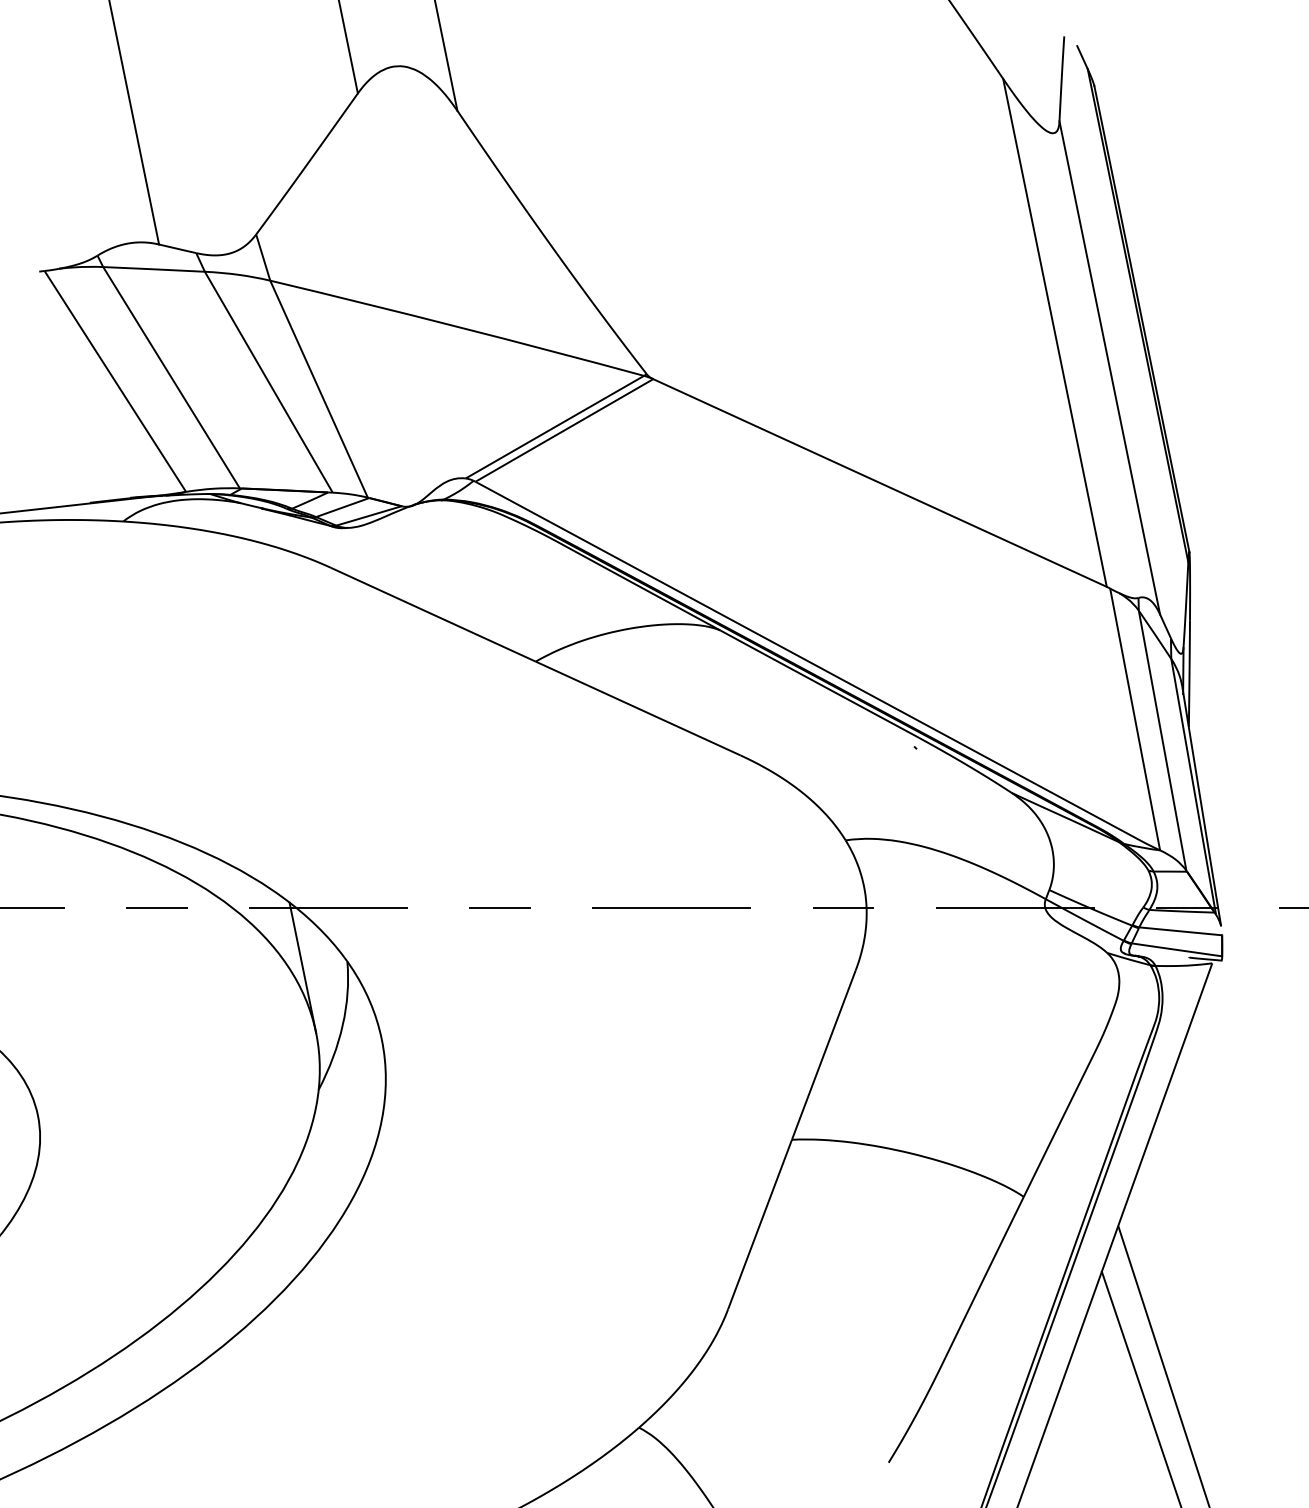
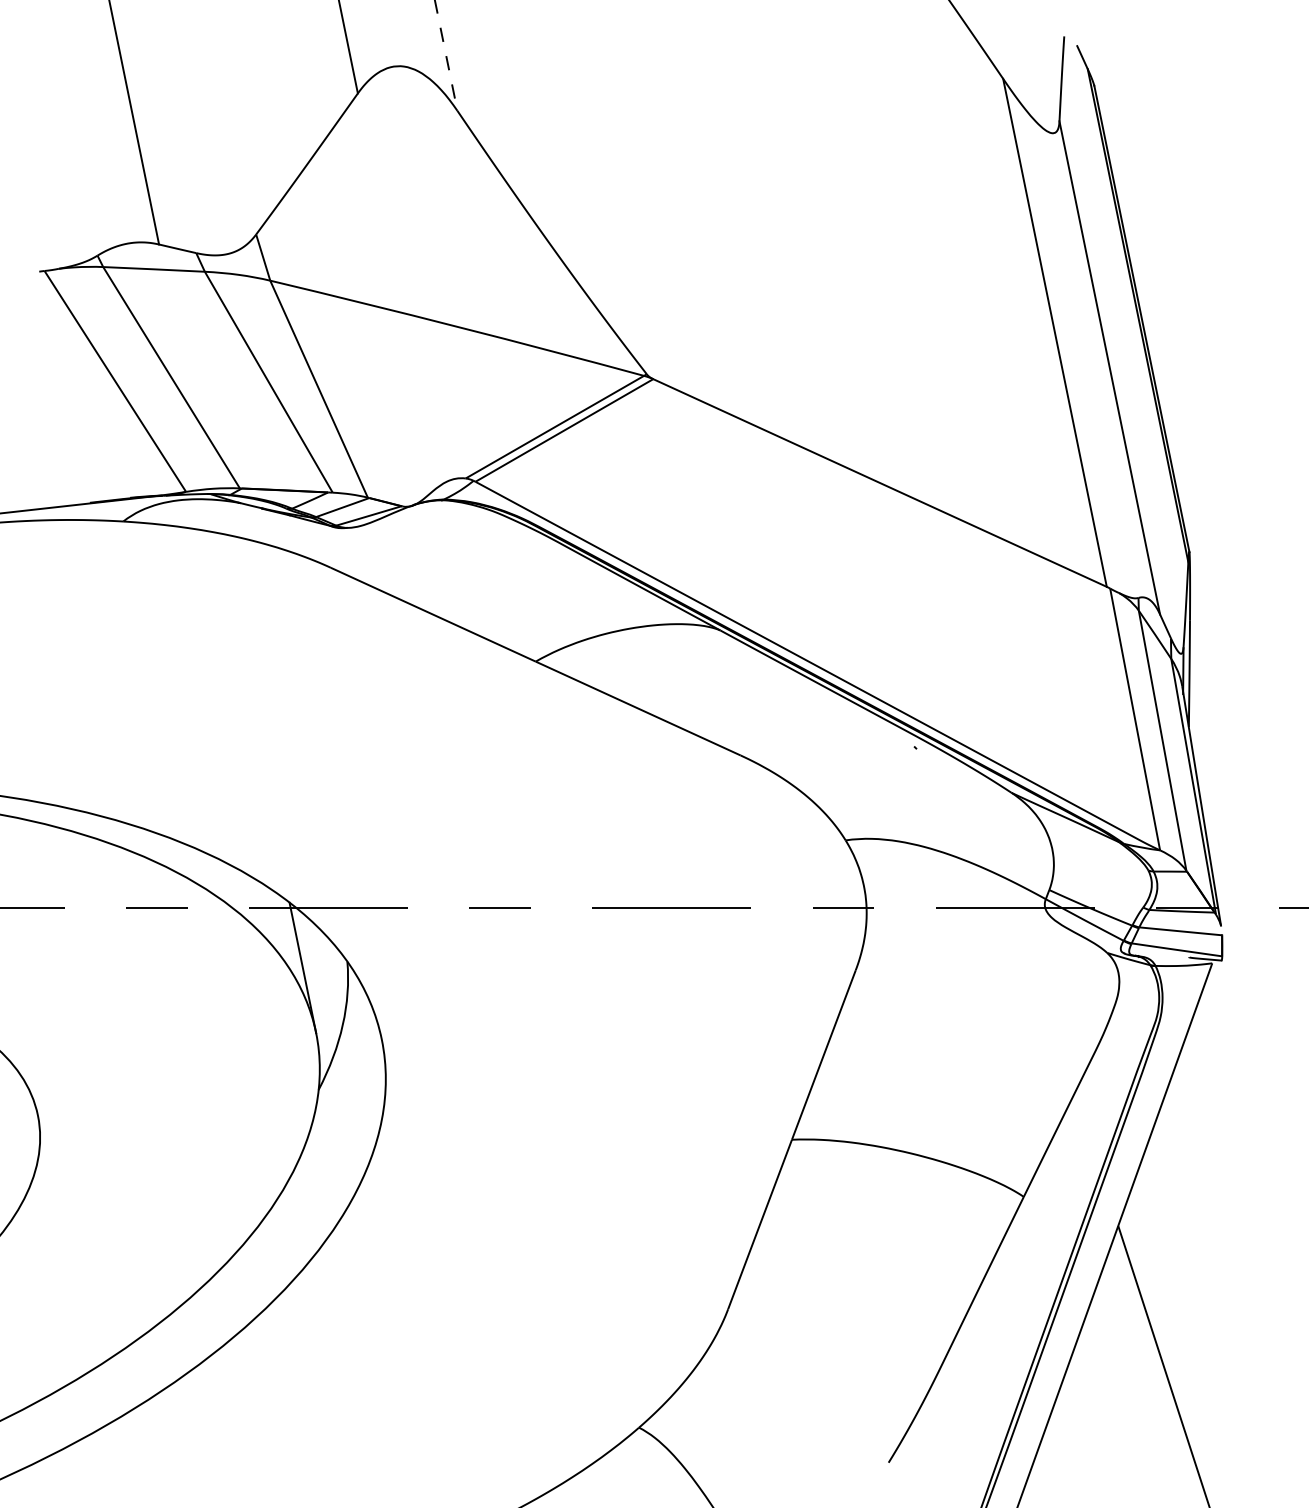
line at (446, 56): solid -> dashed
line at (1140, 1387): present -> none
